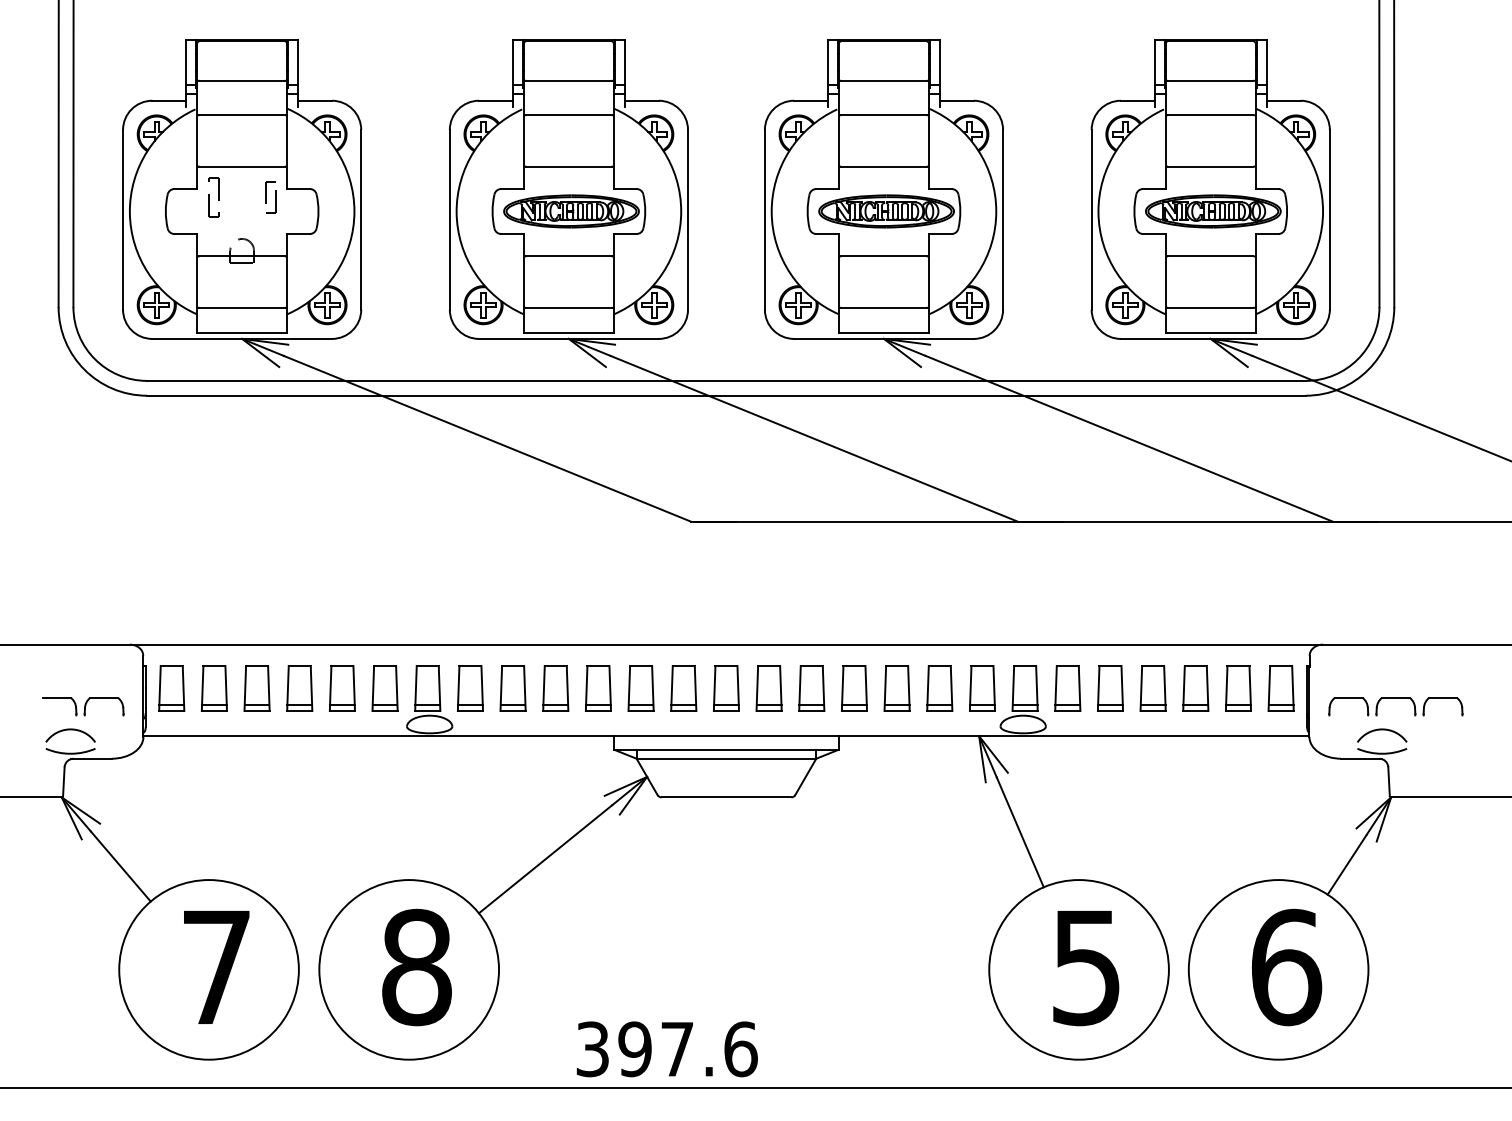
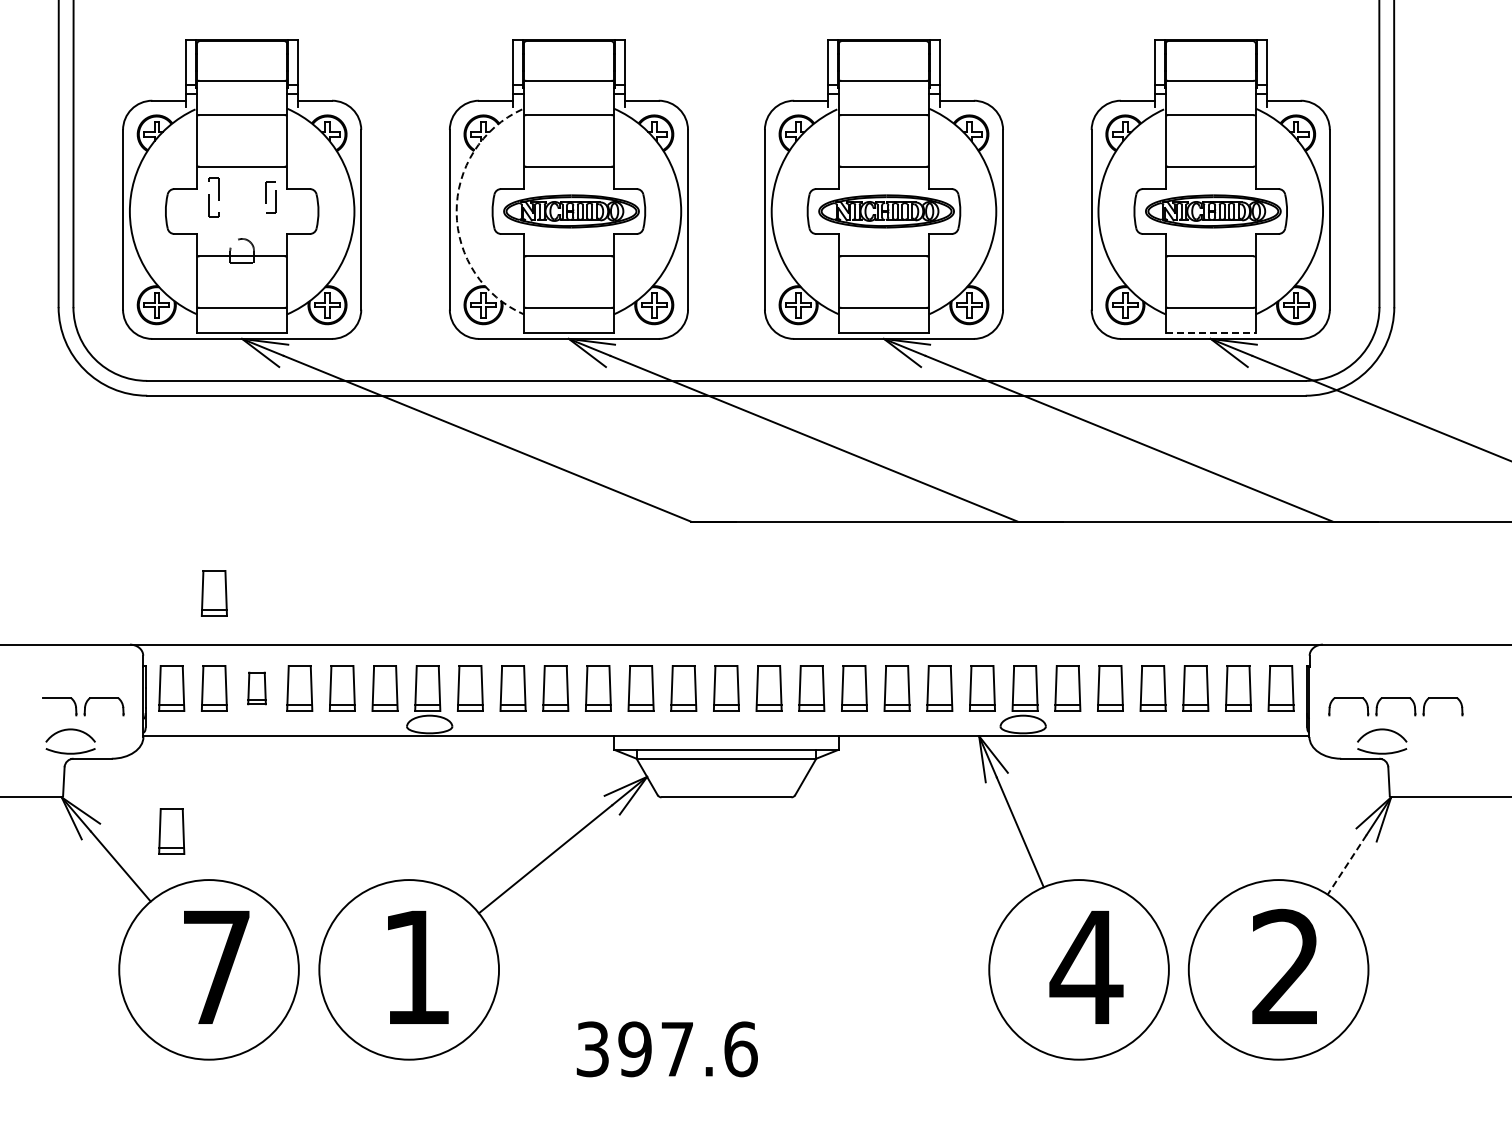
arc at (456, 212): solid -> dashed
line at (1210, 333): solid -> dashed
part at (213, 593): none -> present
part at (256, 688) size: 28x47 px -> 20x35 px
part at (171, 831): none -> present
line at (1347, 864): solid -> dashed
text at (416, 967): 8 -> 1
text at (1286, 967): 6 -> 2
text at (1086, 968): 5 -> 4
line at (755, 1087): present -> none
